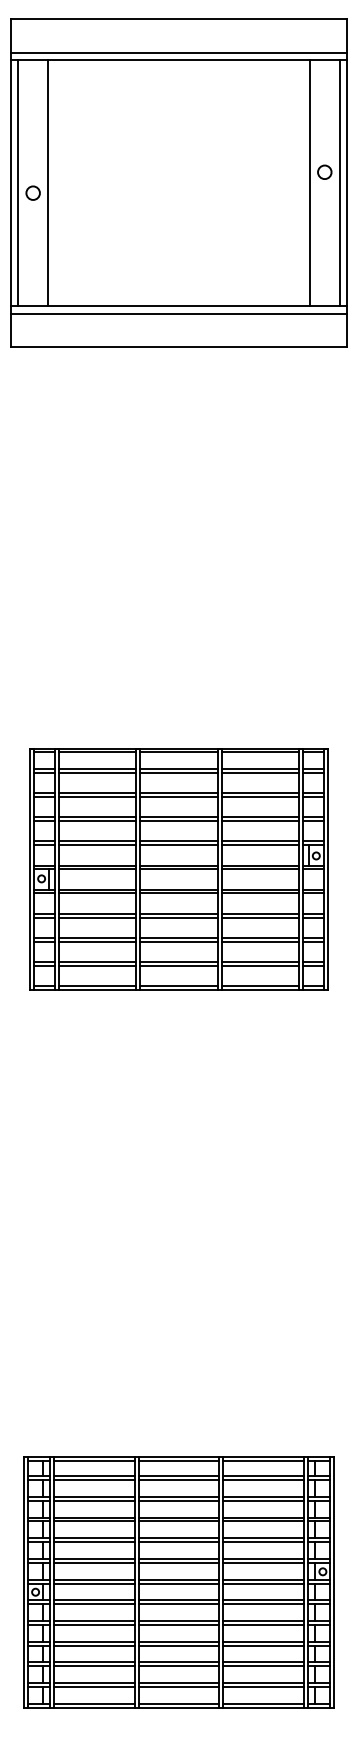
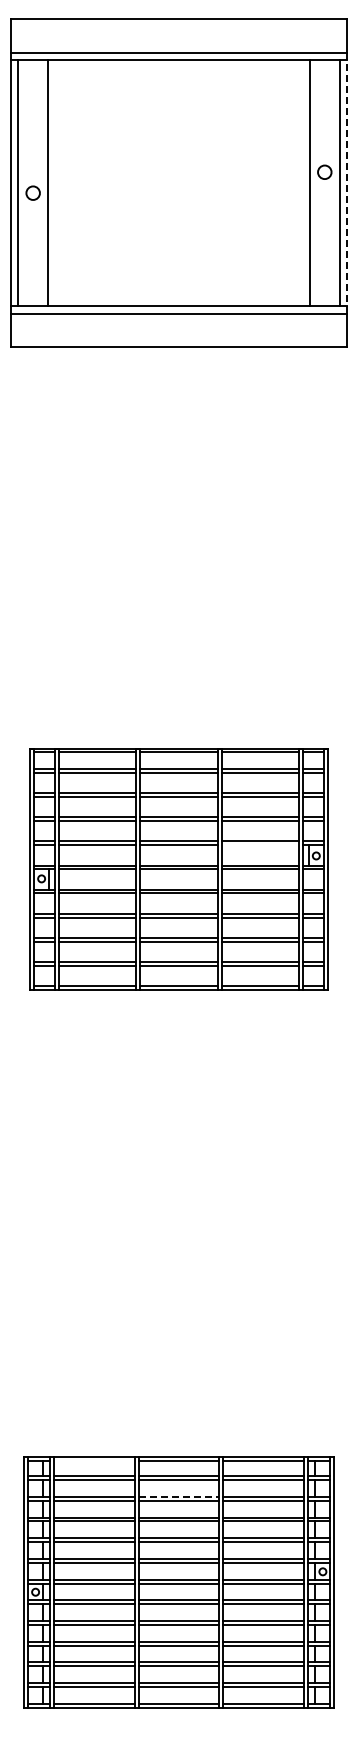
line at (347, 183): solid -> dashed
line at (259, 845): present -> none
line at (94, 1461): present -> none
line at (179, 1496): solid -> dashed
